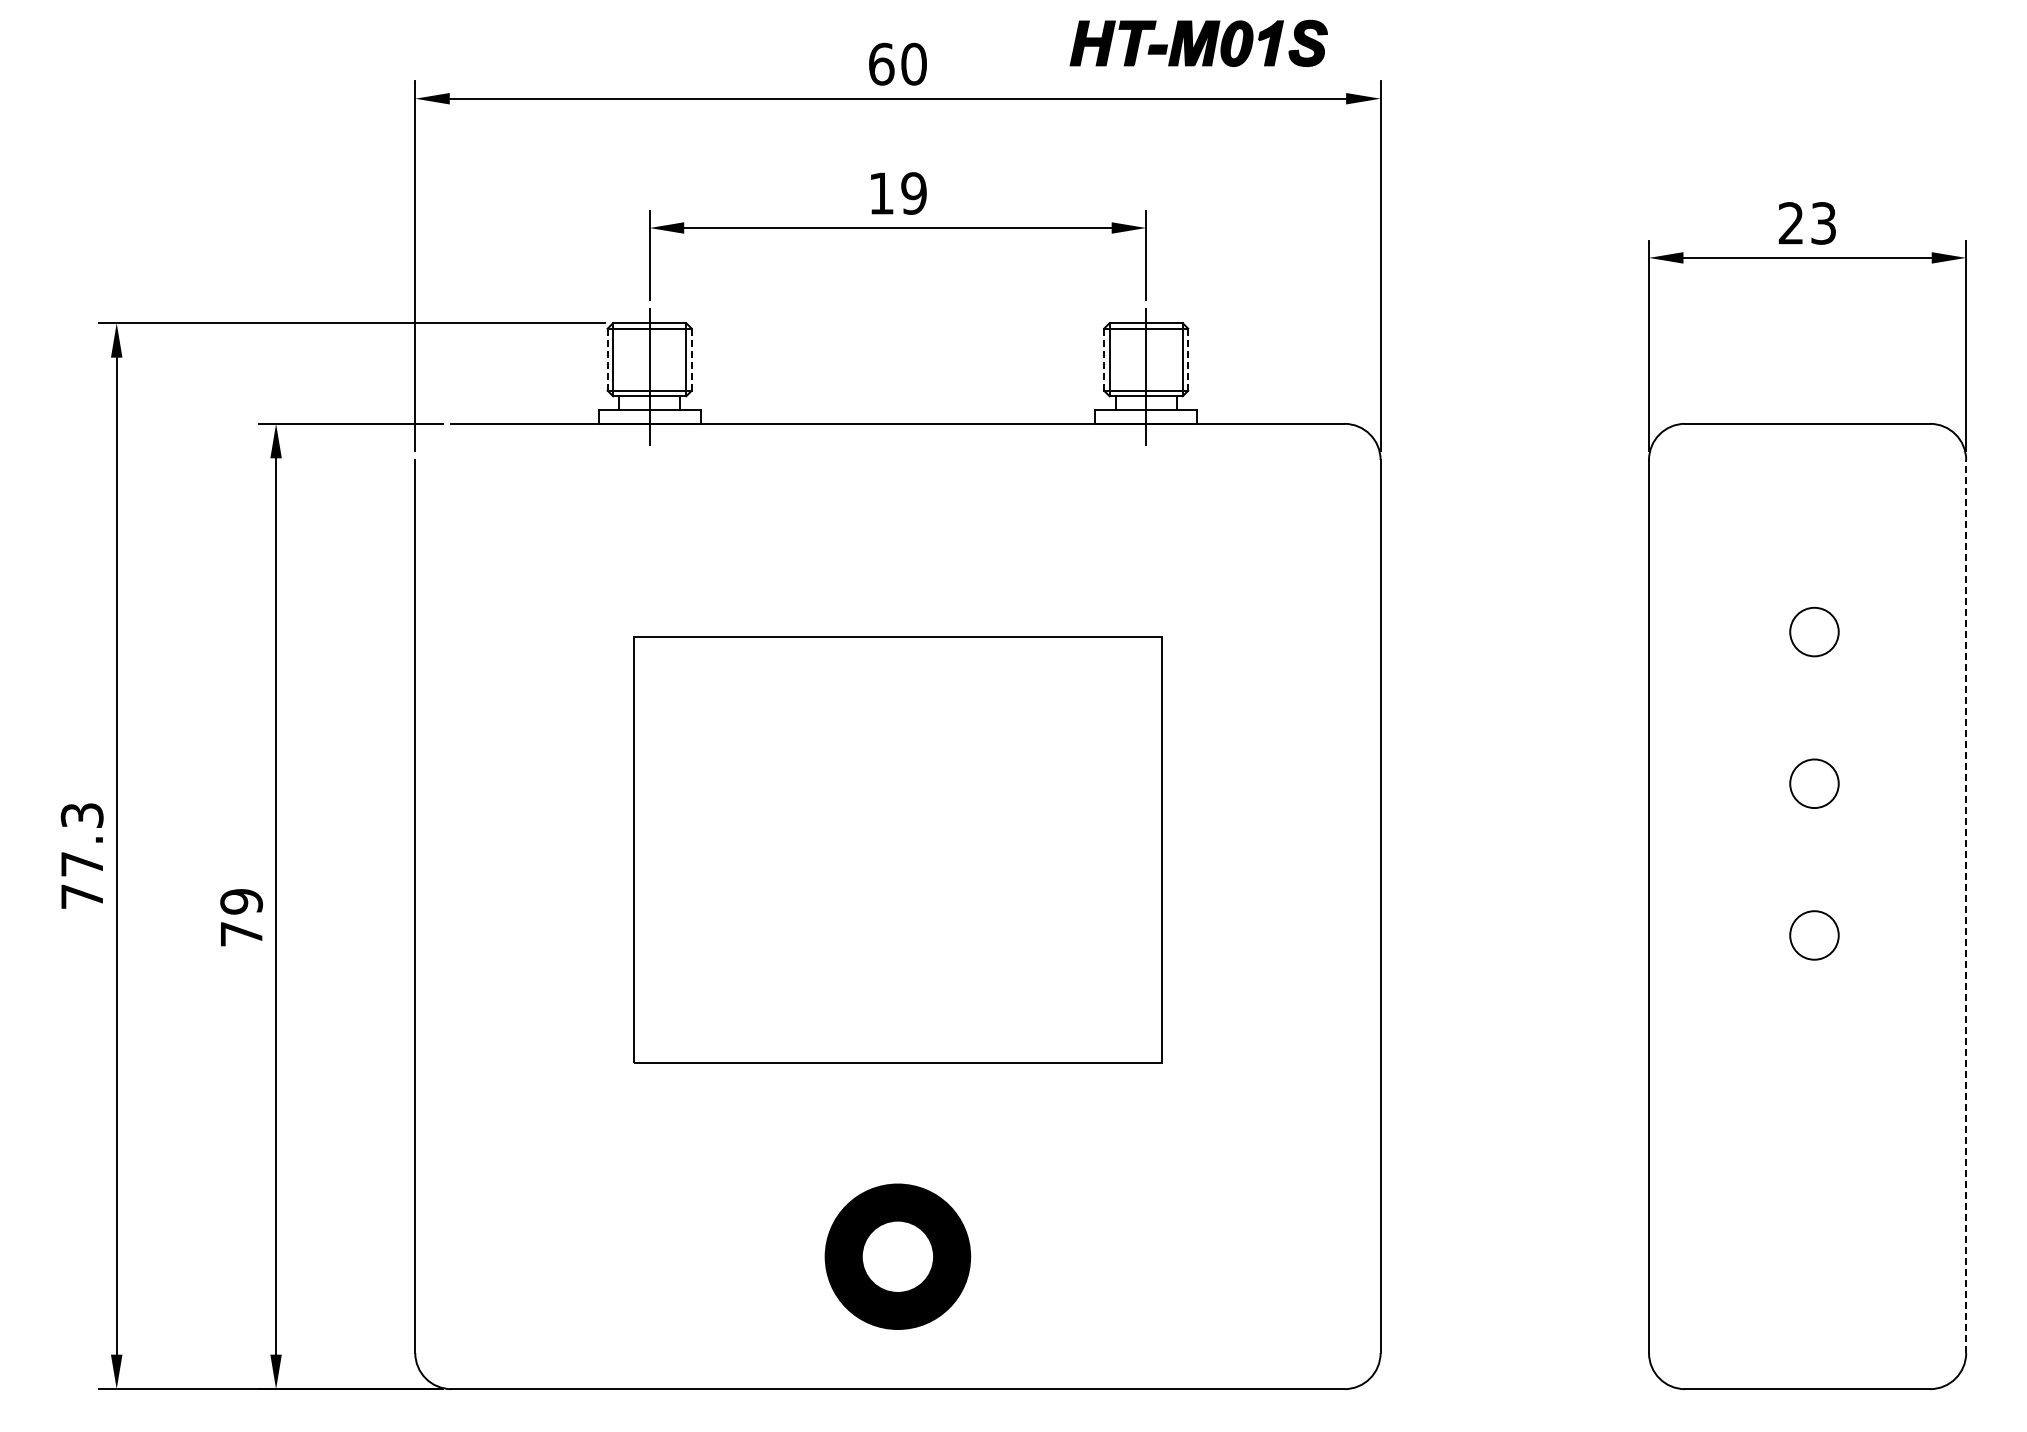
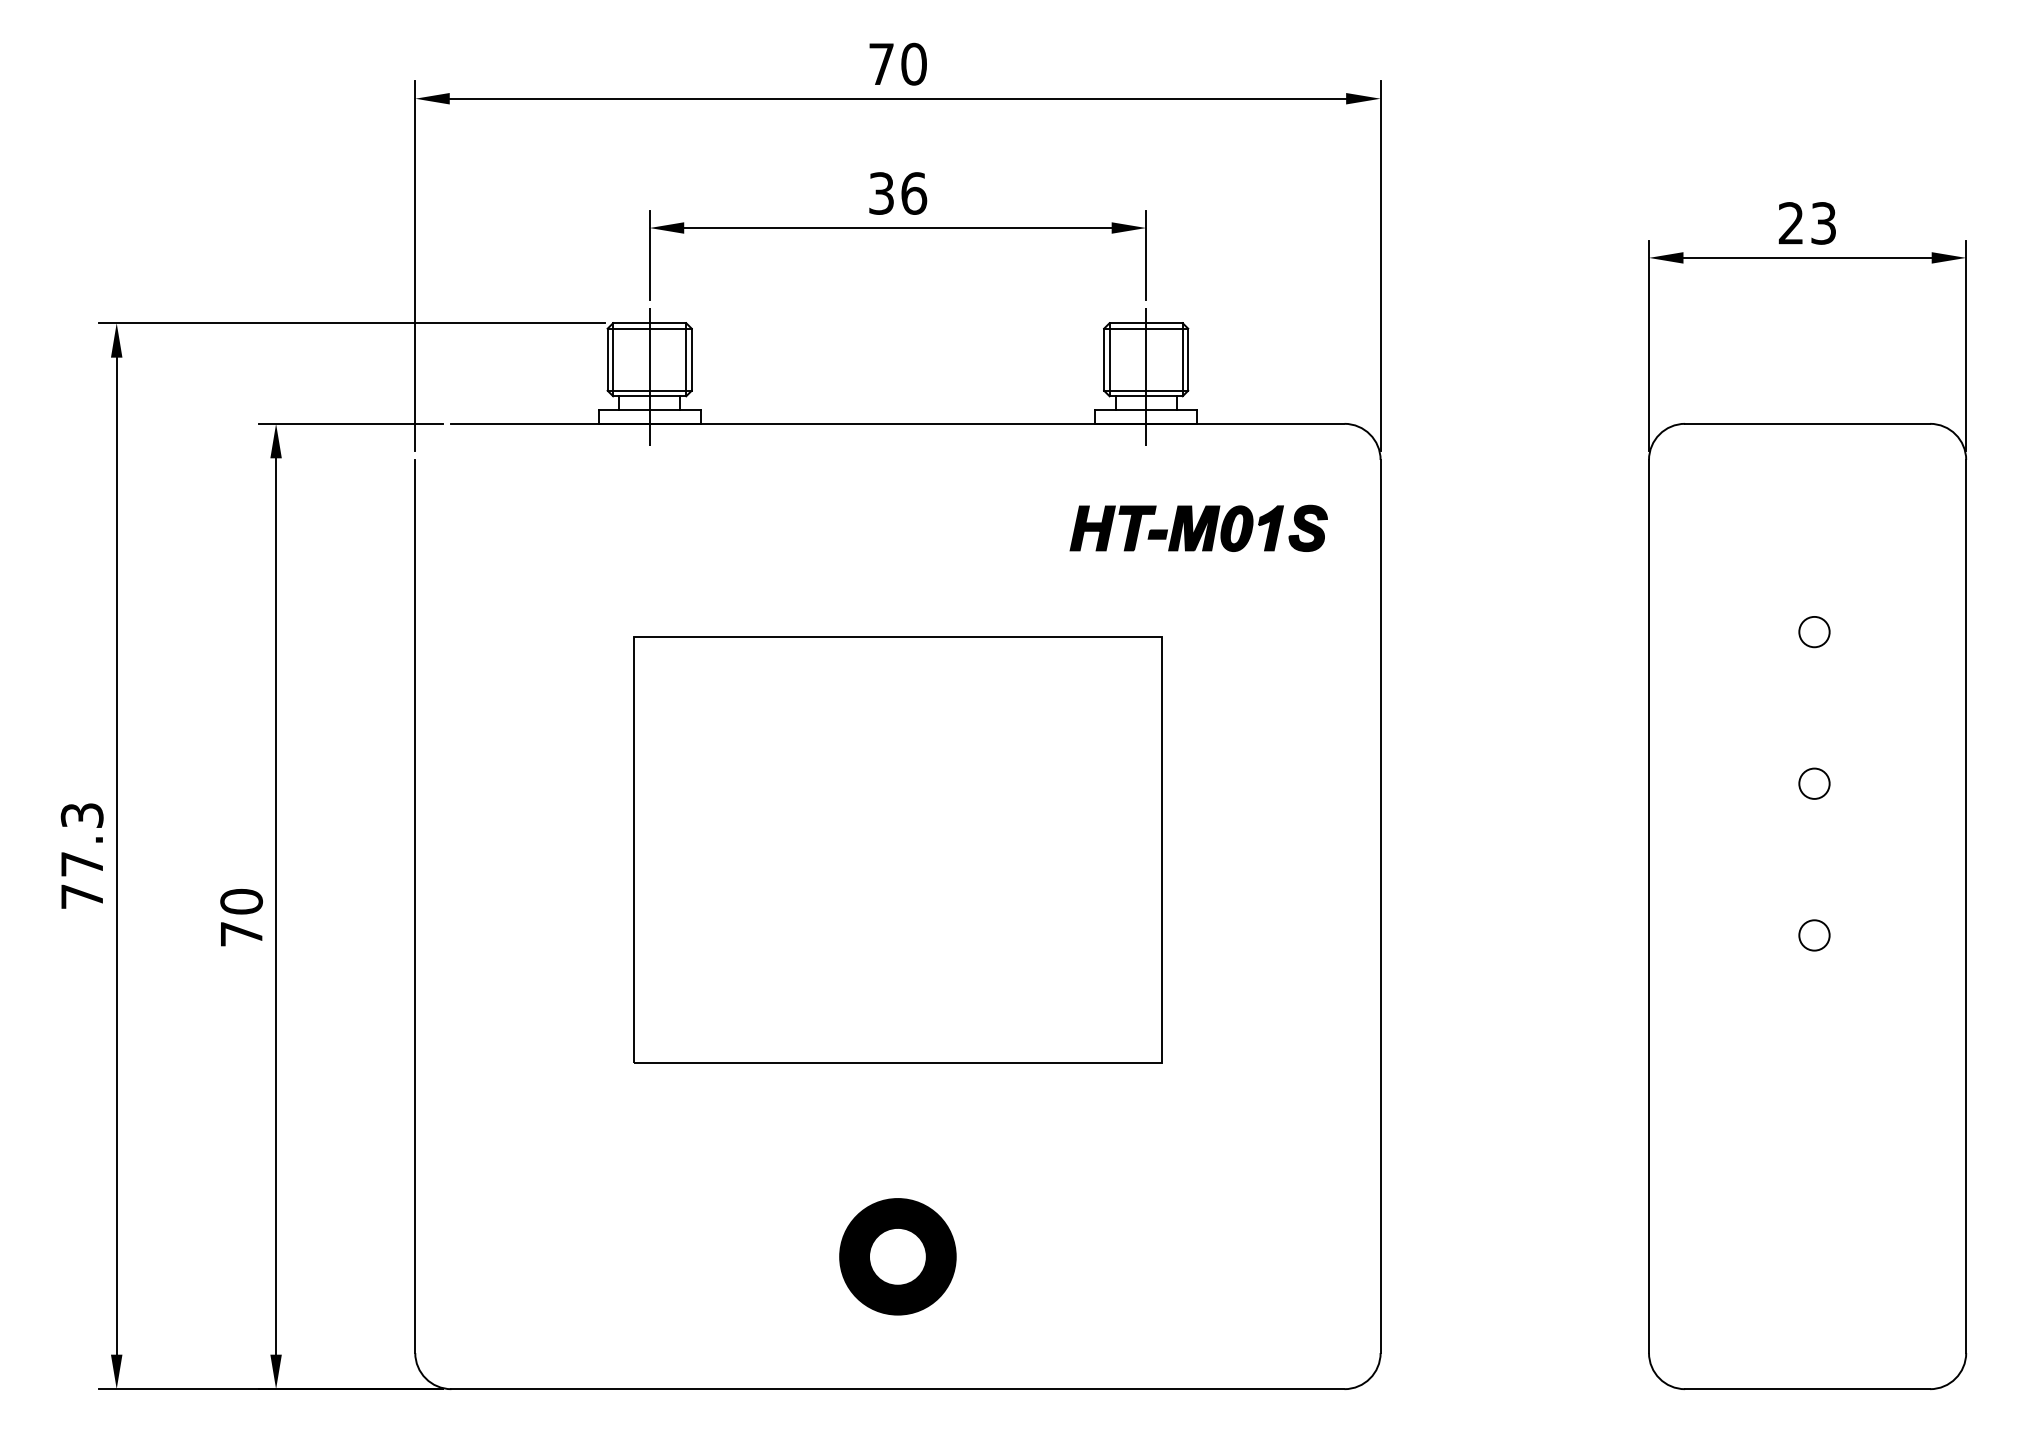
part at (1198, 42) position: (1198, 42) -> (1198, 527)
text at (881, 63): 60 -> 70
text at (898, 193): 19 -> 36
line at (607, 359): dashed -> solid
line at (691, 359): dashed -> solid
line at (1104, 359): dashed -> solid
line at (1188, 359): dashed -> solid
circle at (1814, 631) diameter: 49 px -> 30 px
circle at (1814, 783) diameter: 49 px -> 30 px
text at (241, 901): 79 -> 70
line at (1966, 906): dashed -> solid
circle at (1814, 935) diameter: 49 px -> 30 px
part at (897, 1256) size: 148x147 px -> 118x118 px
